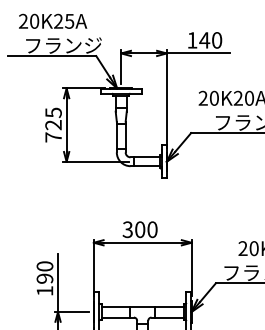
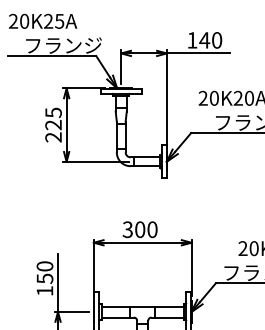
text at (53, 20) position: (53, 20) -> (43, 20)
text at (53, 137): 725 -> 225
text at (44, 278): 190 -> 150
